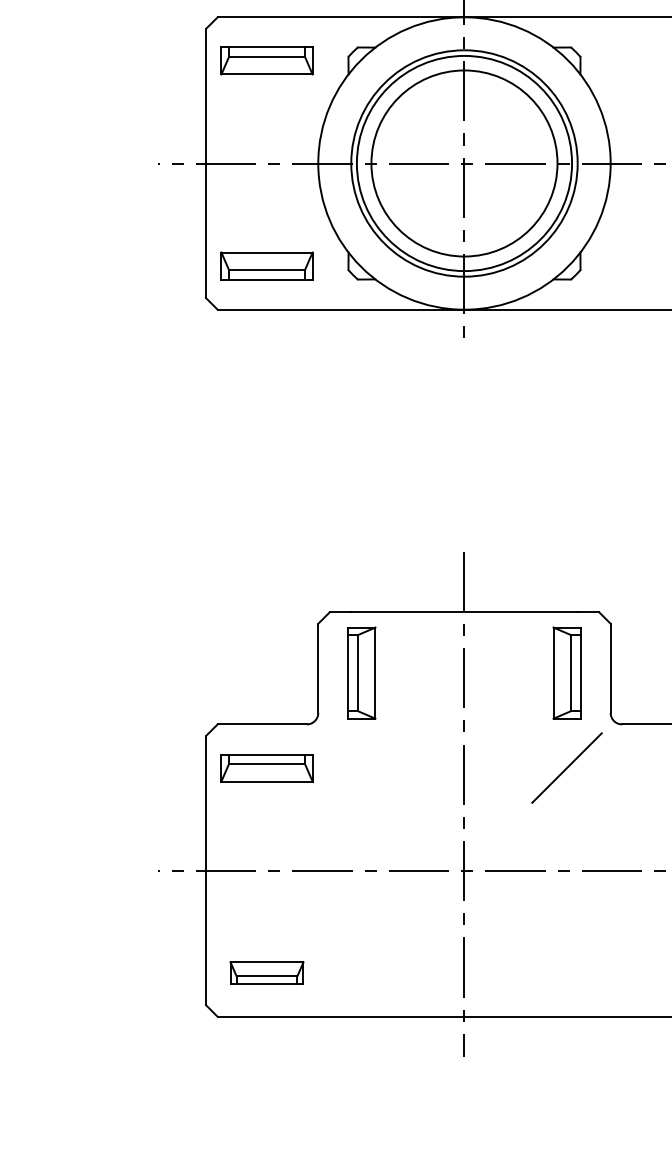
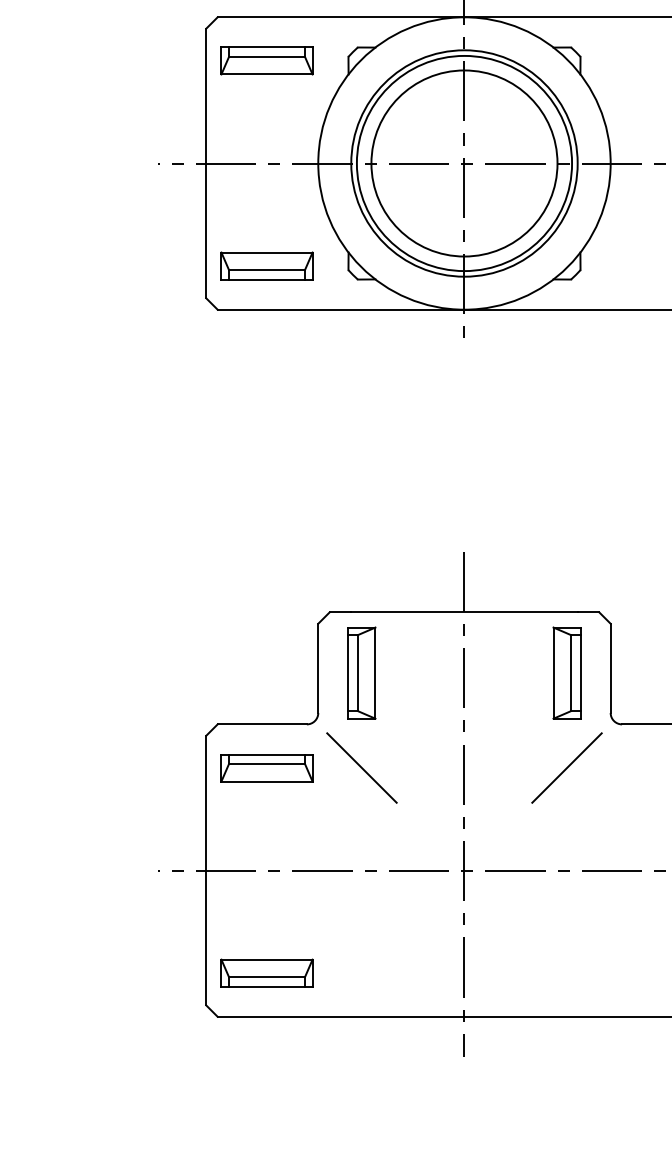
line at (361, 767): none -> present
part at (266, 972) size: 76x24 px -> 94x30 px
